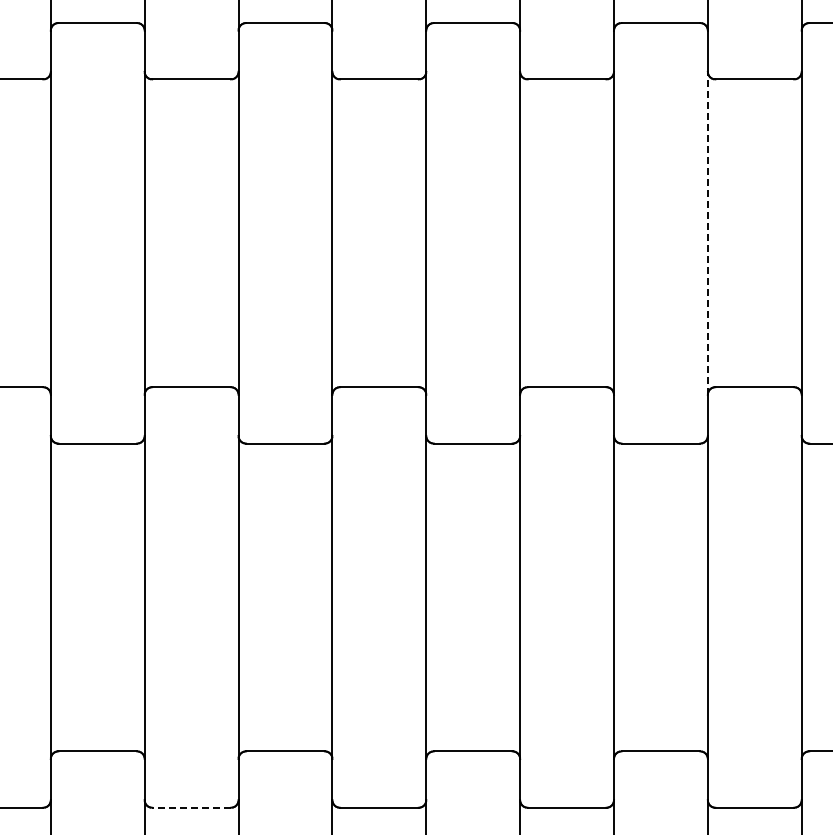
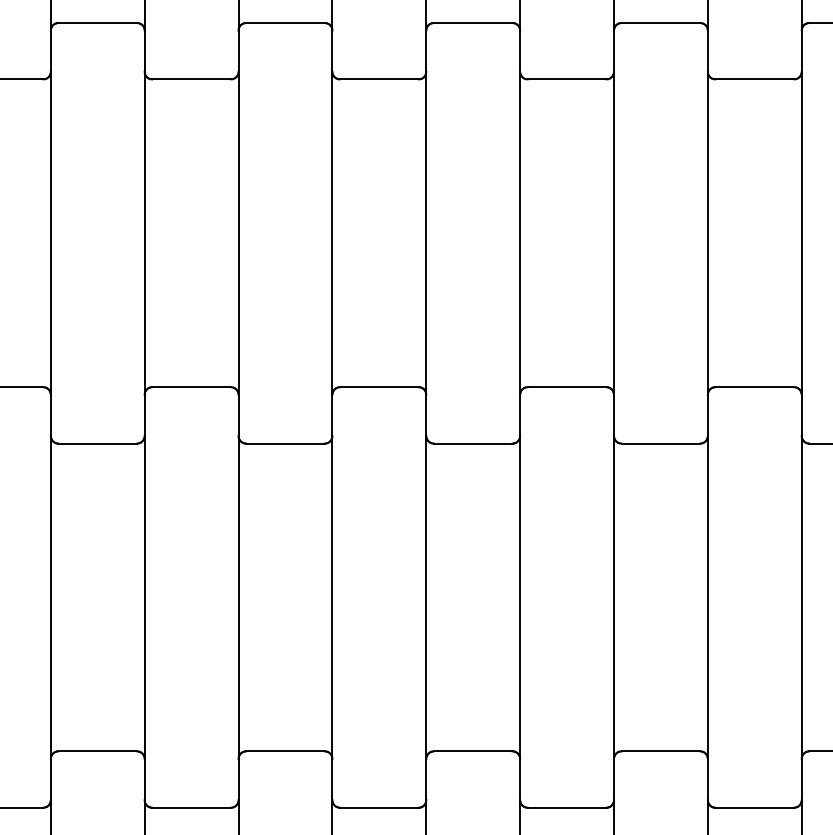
line at (707, 232): dashed -> solid
line at (191, 807): dashed -> solid
